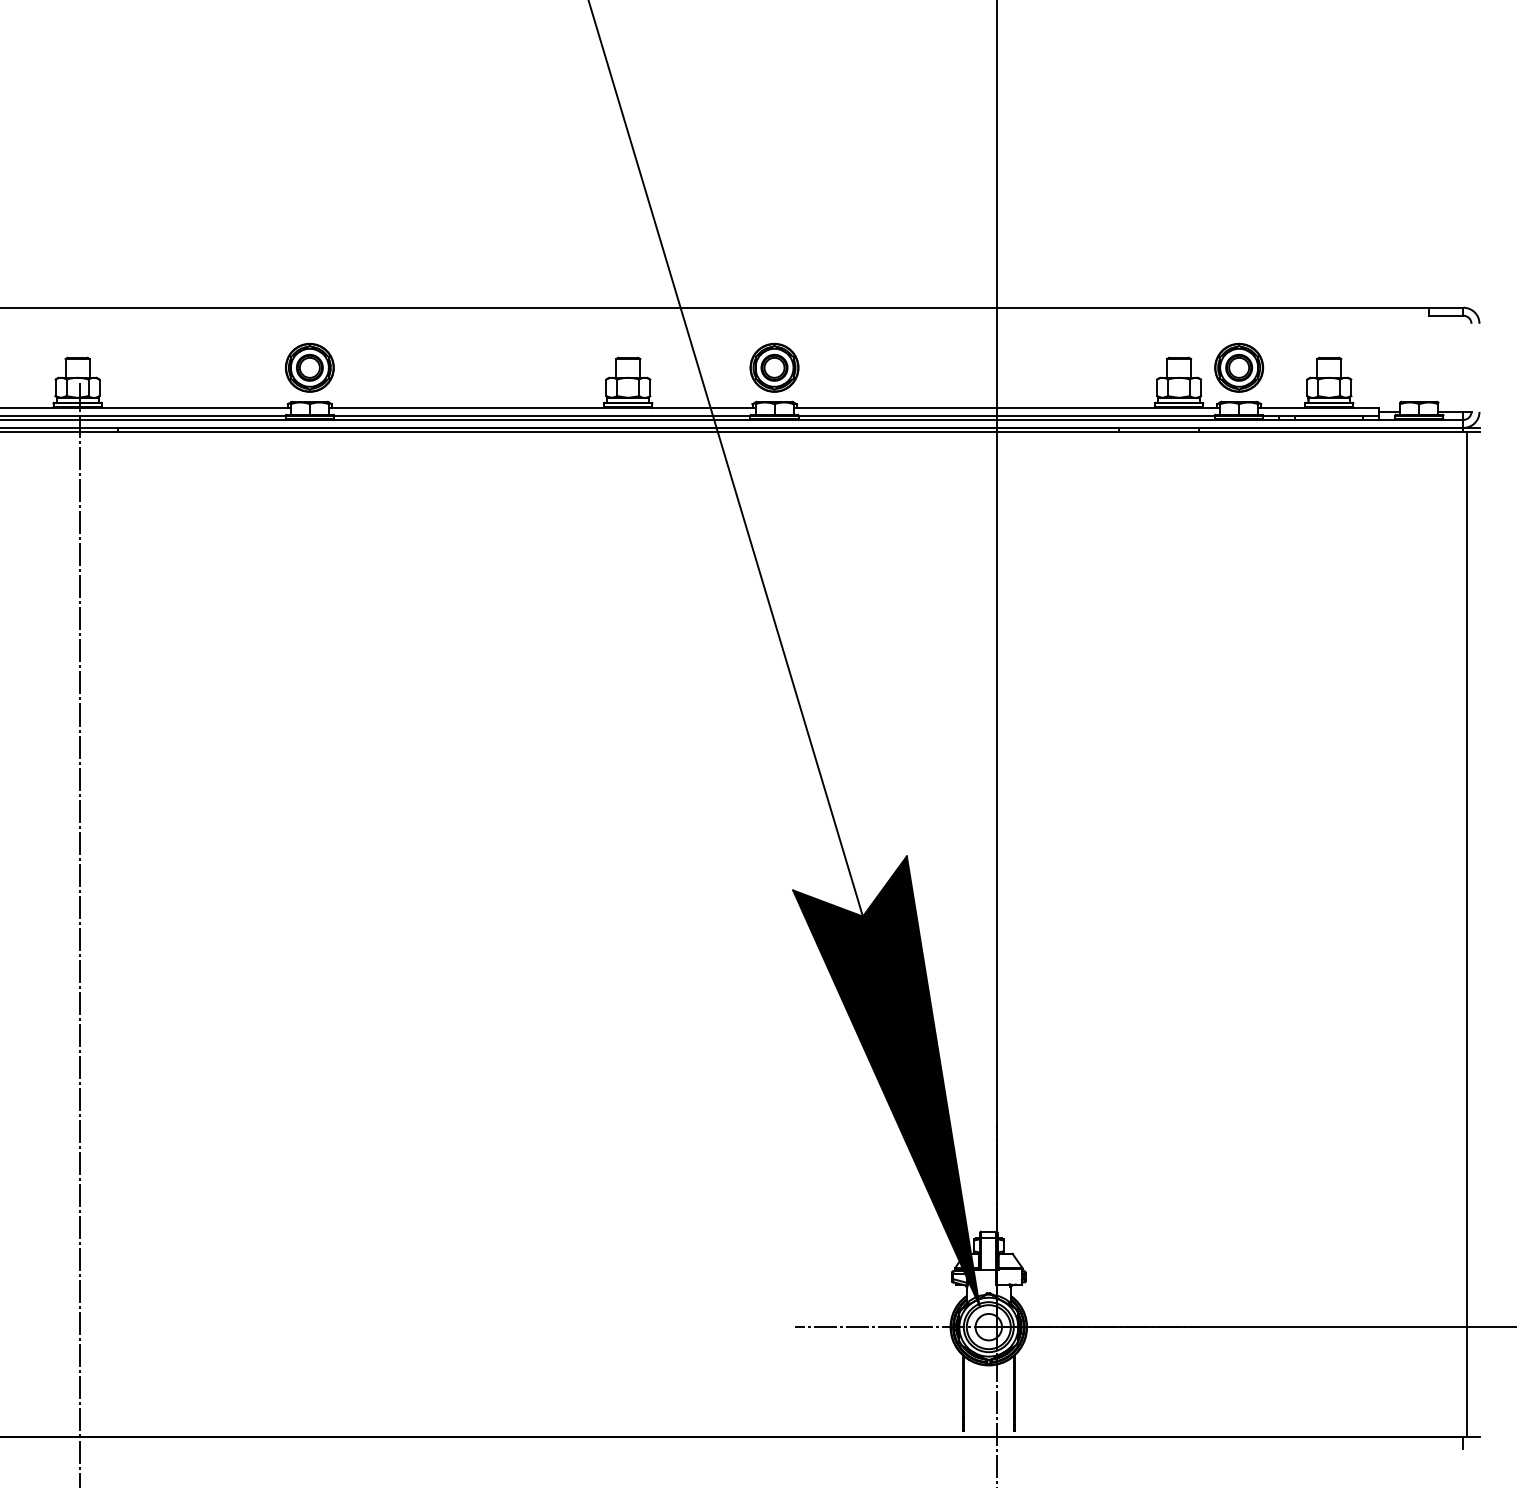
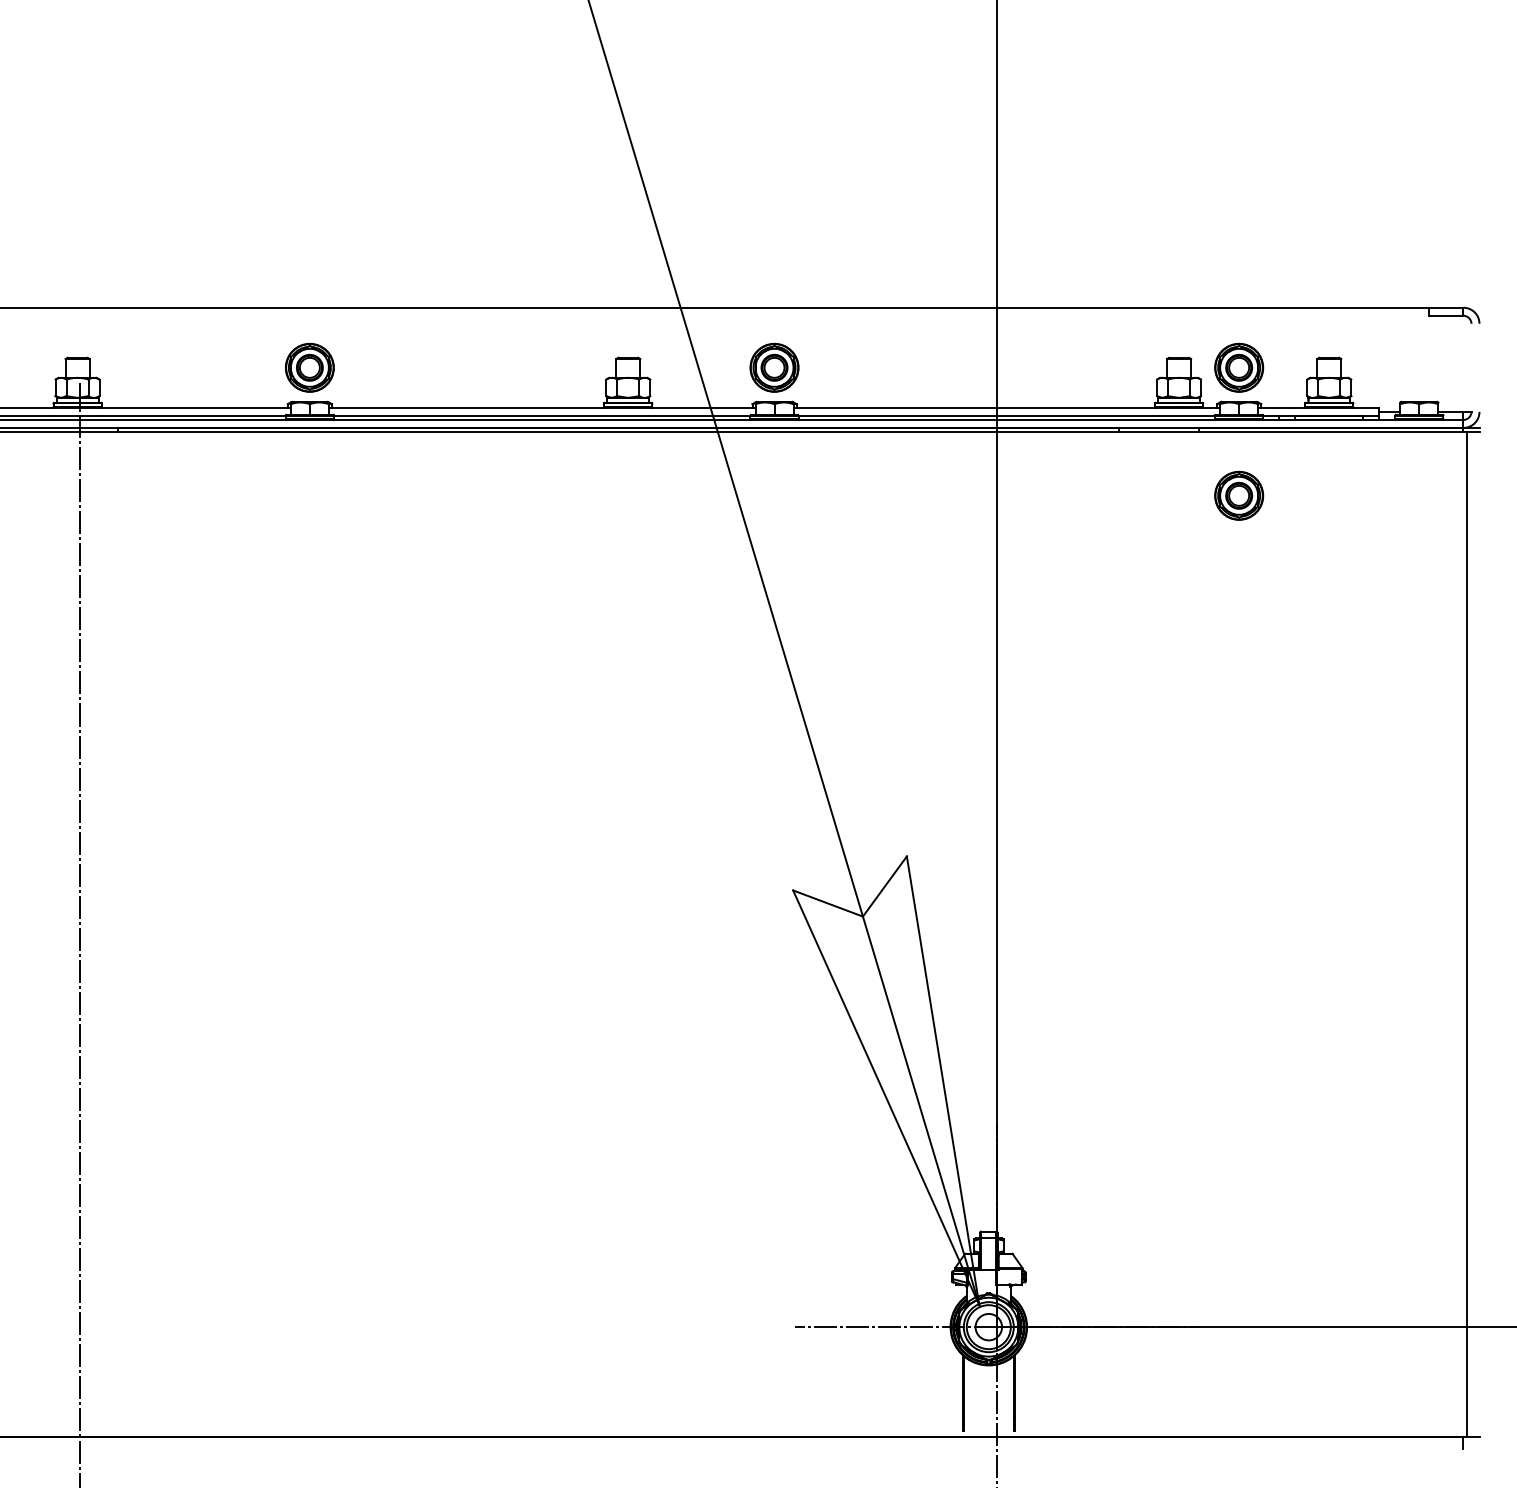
part at (1239, 495): none -> present
fill at (886, 1080): present -> none
